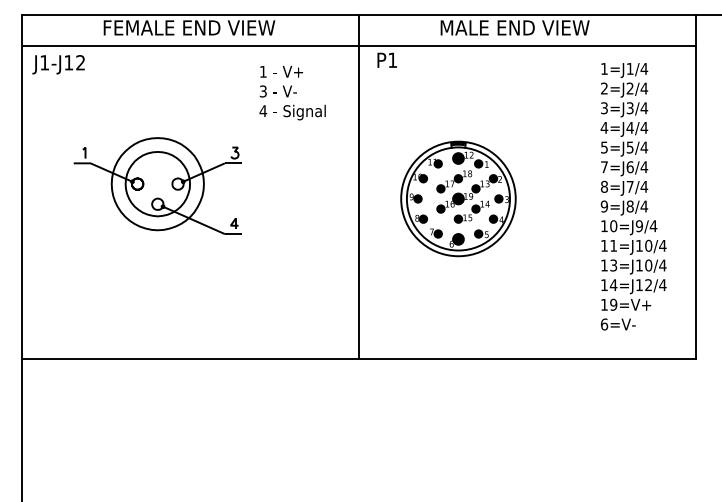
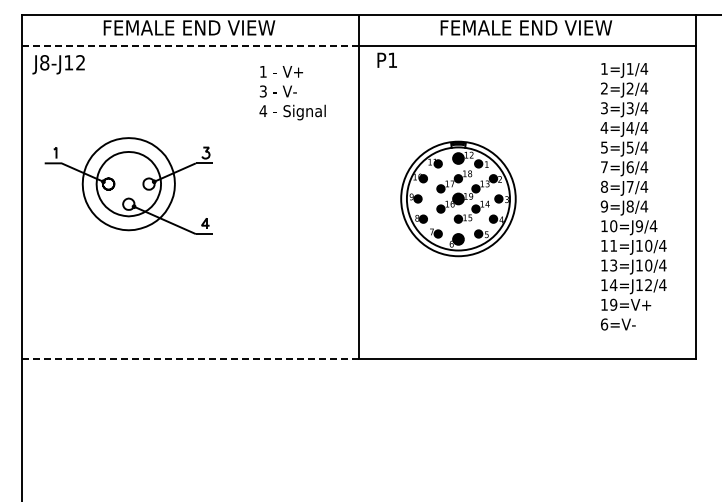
text at (527, 27): MALE END VIEW -> FEMALE END VIEW
line at (189, 46): solid -> dashed
text at (44, 62): J1-J12 -> J8-J12
part at (157, 185) position: (157, 185) -> (128, 185)
line at (189, 359): solid -> dashed
